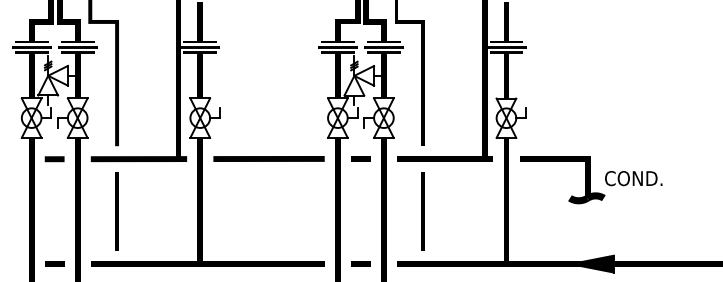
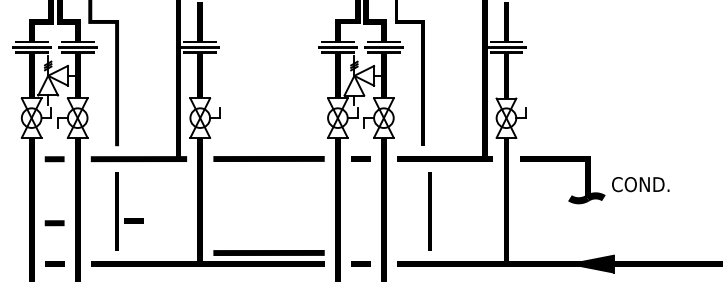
text at (633, 178) position: (633, 178) -> (640, 184)
line at (422, 211) position: (422, 211) -> (429, 211)
line at (133, 220): none -> present
line at (54, 223): none -> present
line at (268, 252): none -> present
